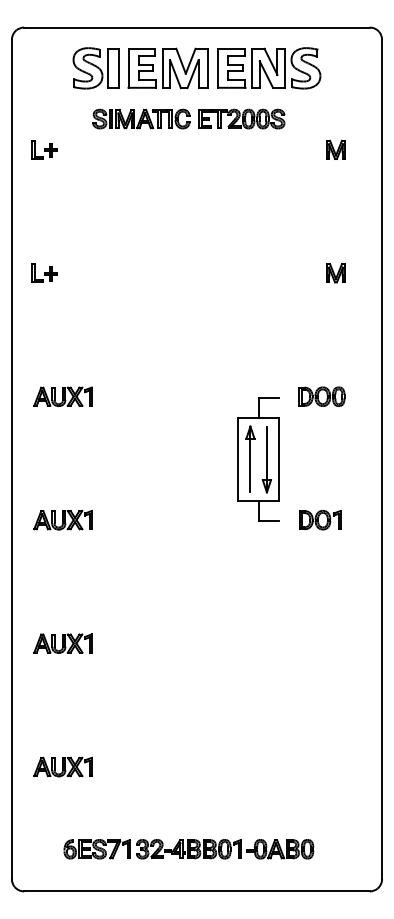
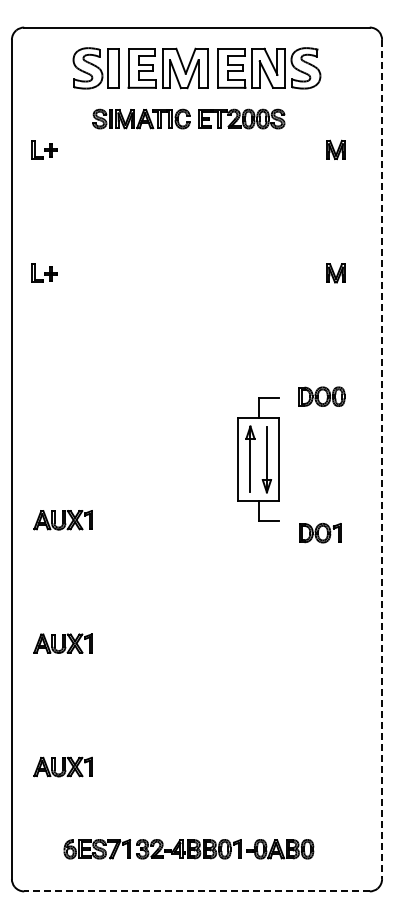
part at (62, 396): present -> none
line at (382, 459): solid -> dashed
part at (320, 520) position: (320, 520) -> (320, 533)
line at (196, 891): solid -> dashed
